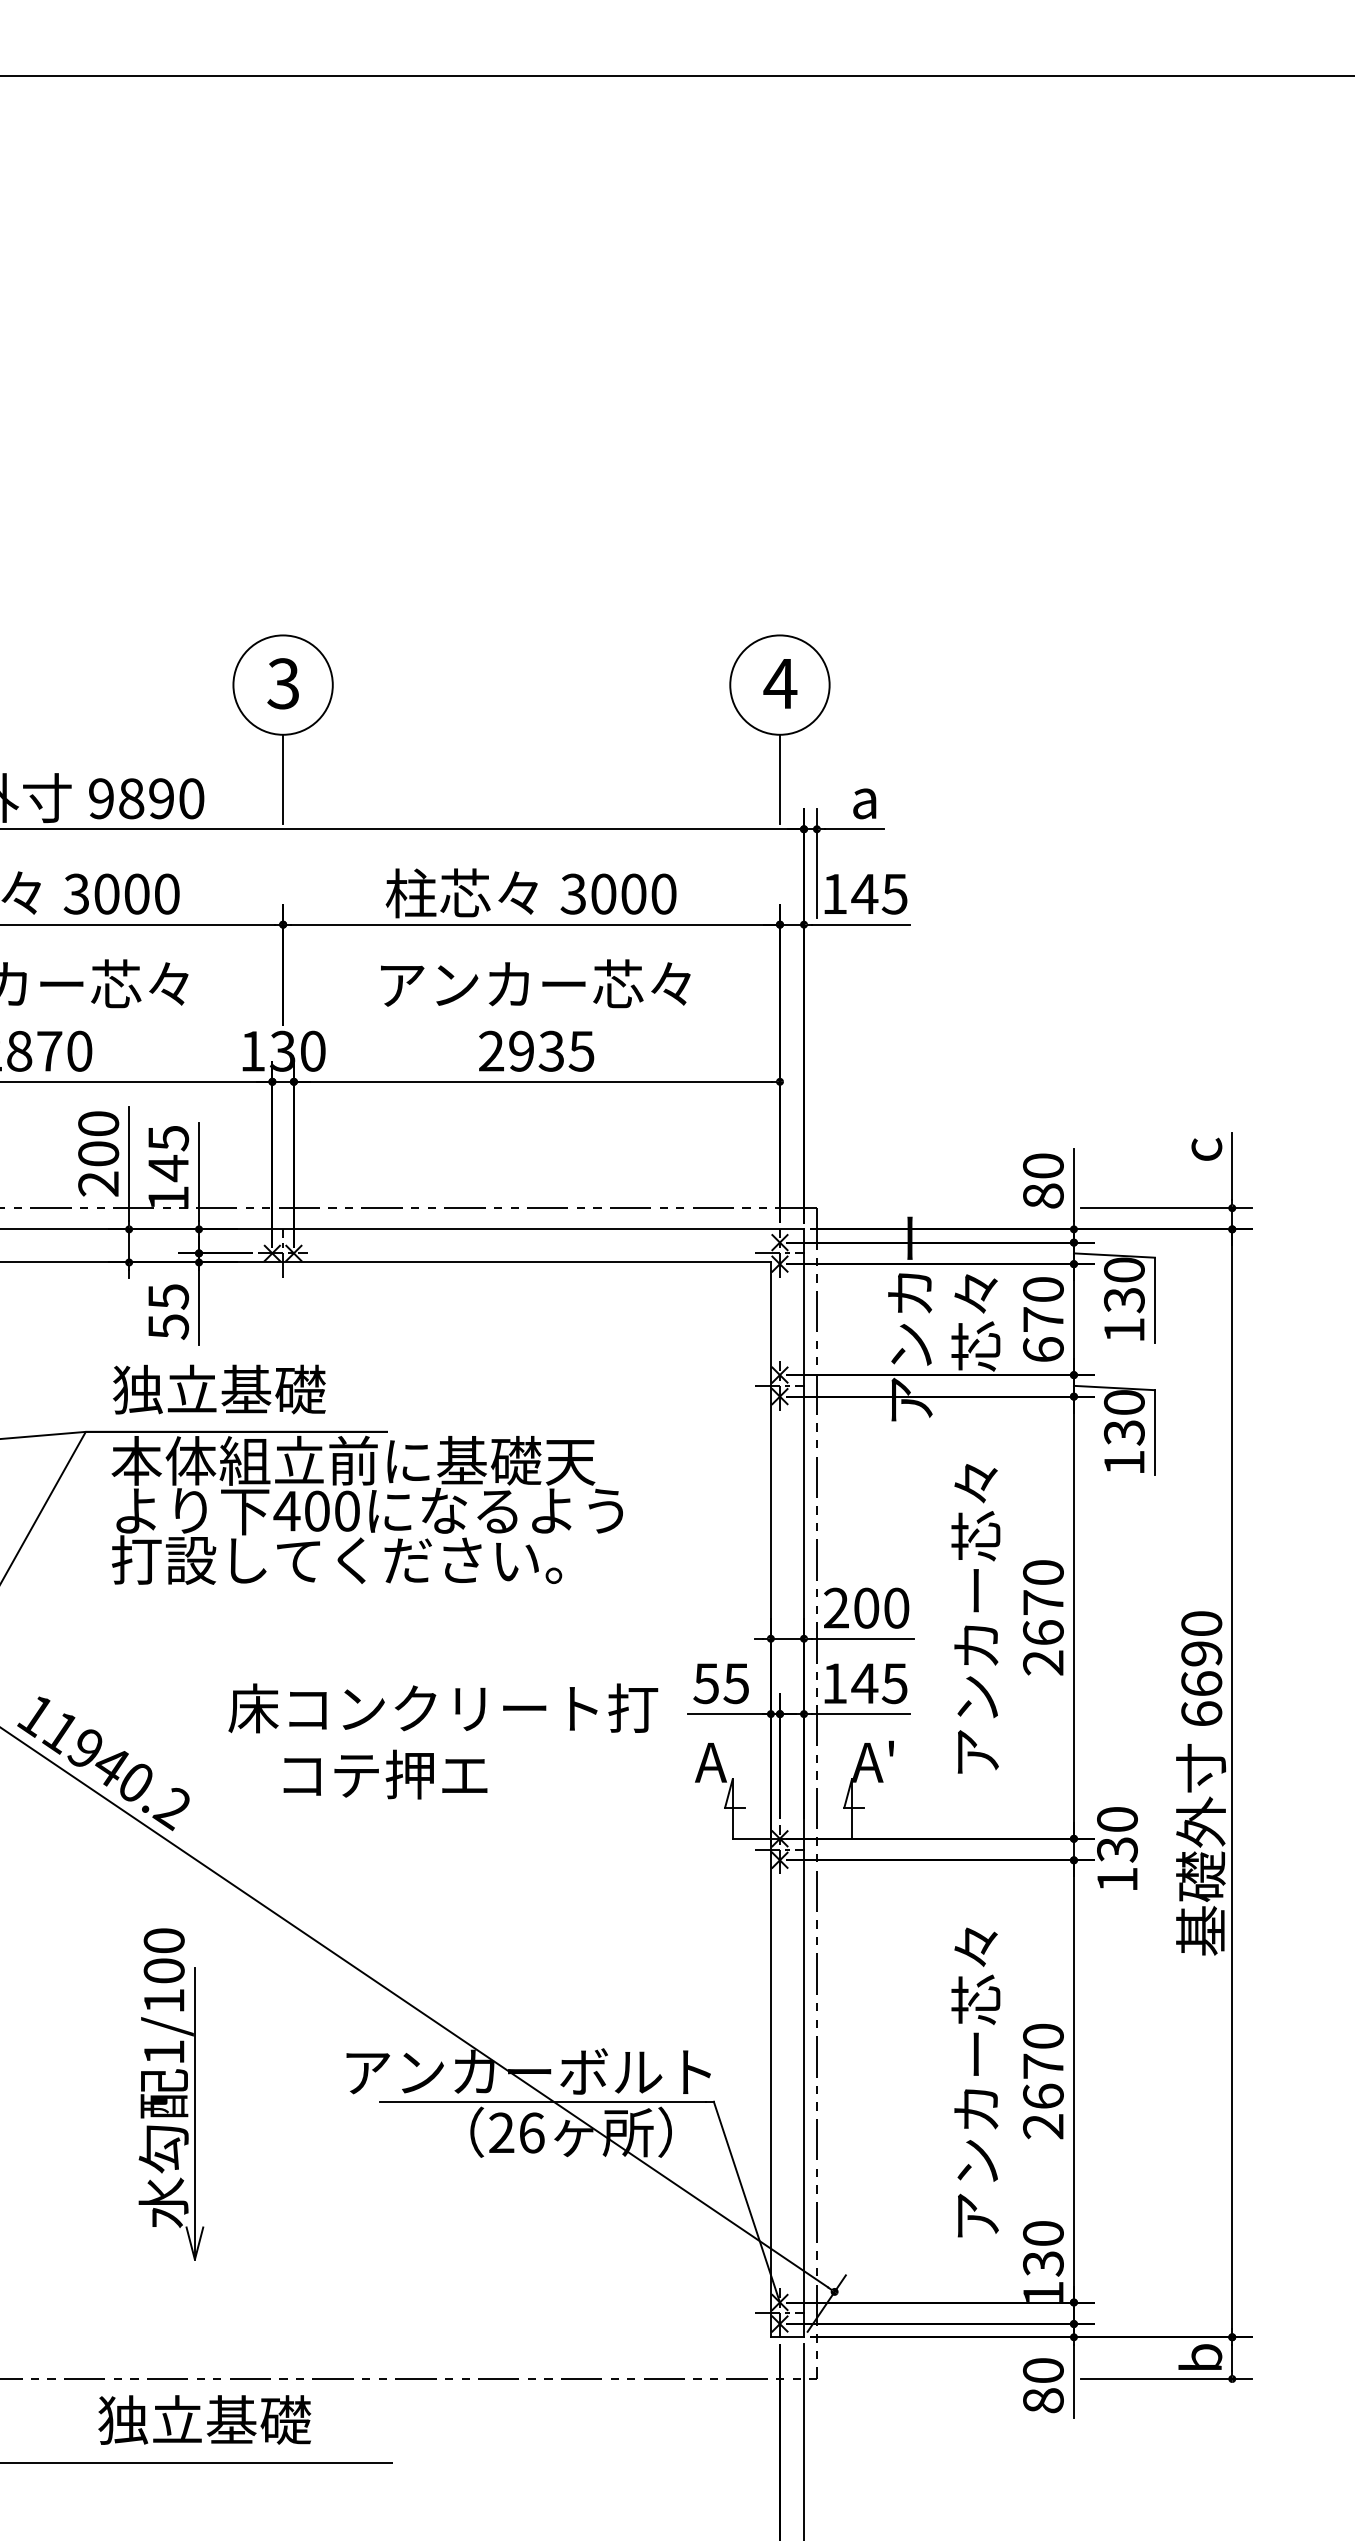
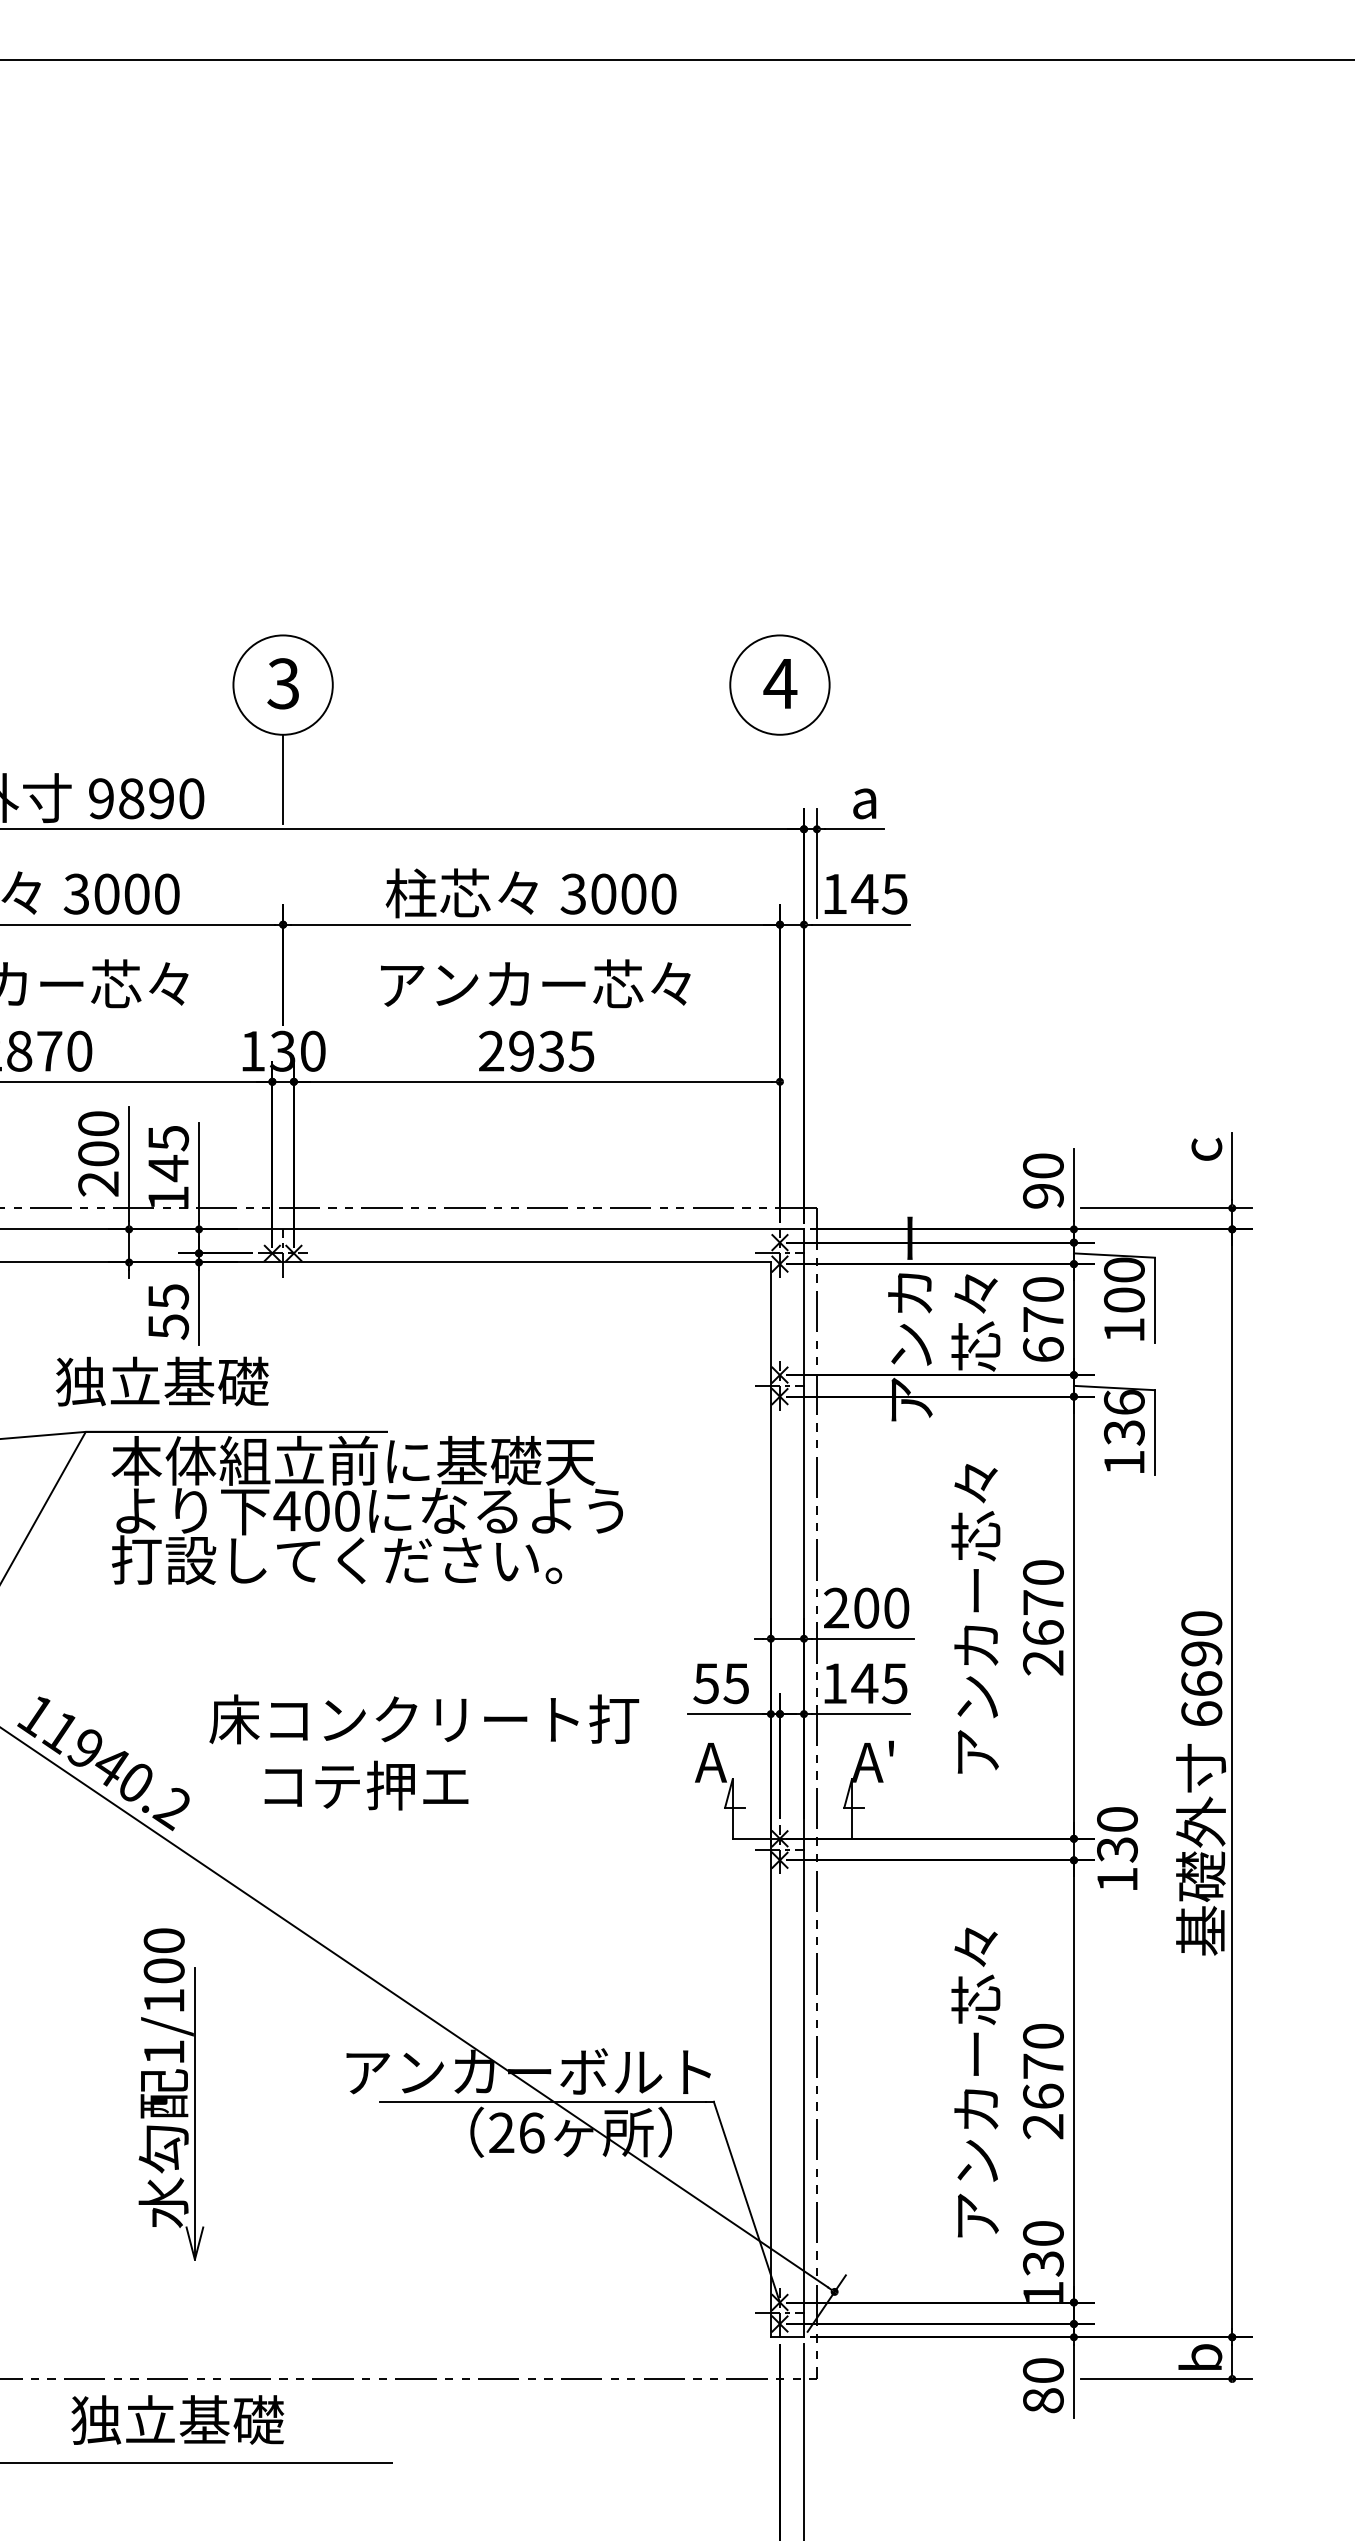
line at (676, 76) position: (676, 76) -> (676, 60)
line at (779, 779): present -> none
text at (1043, 1195): 80 -> 90
text at (1124, 1300): 130 -> 100
text at (219, 1389) position: (219, 1389) -> (162, 1381)
text at (1123, 1402): 130 -> 136
text at (443, 1741) position: (443, 1741) -> (424, 1752)
text at (204, 2419) position: (204, 2419) -> (177, 2419)
